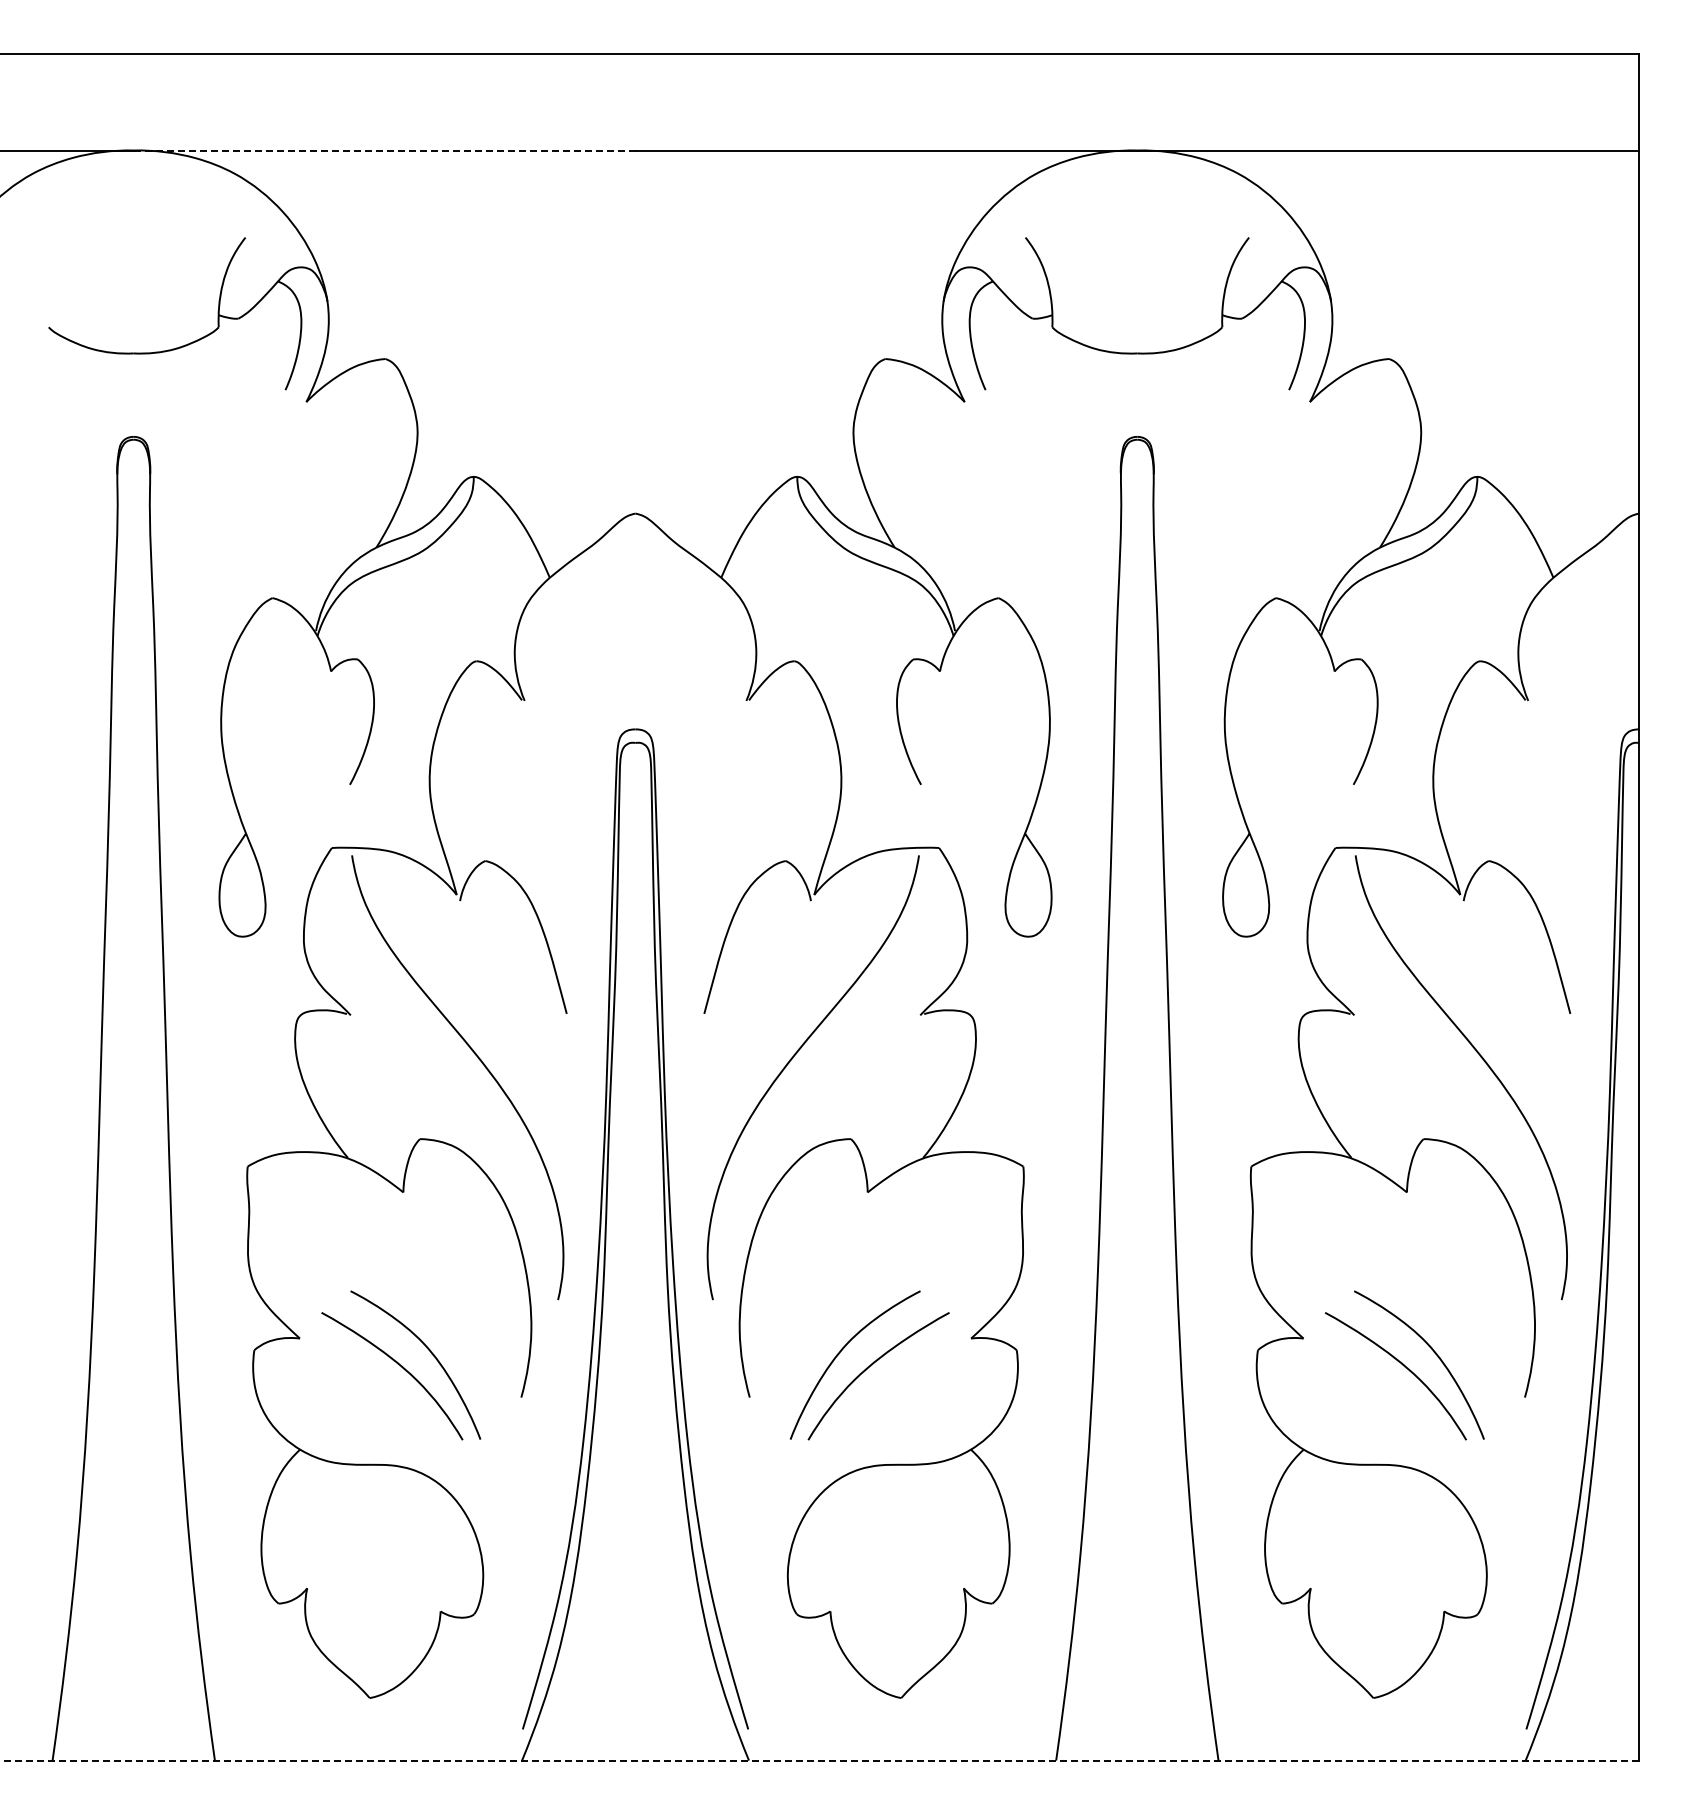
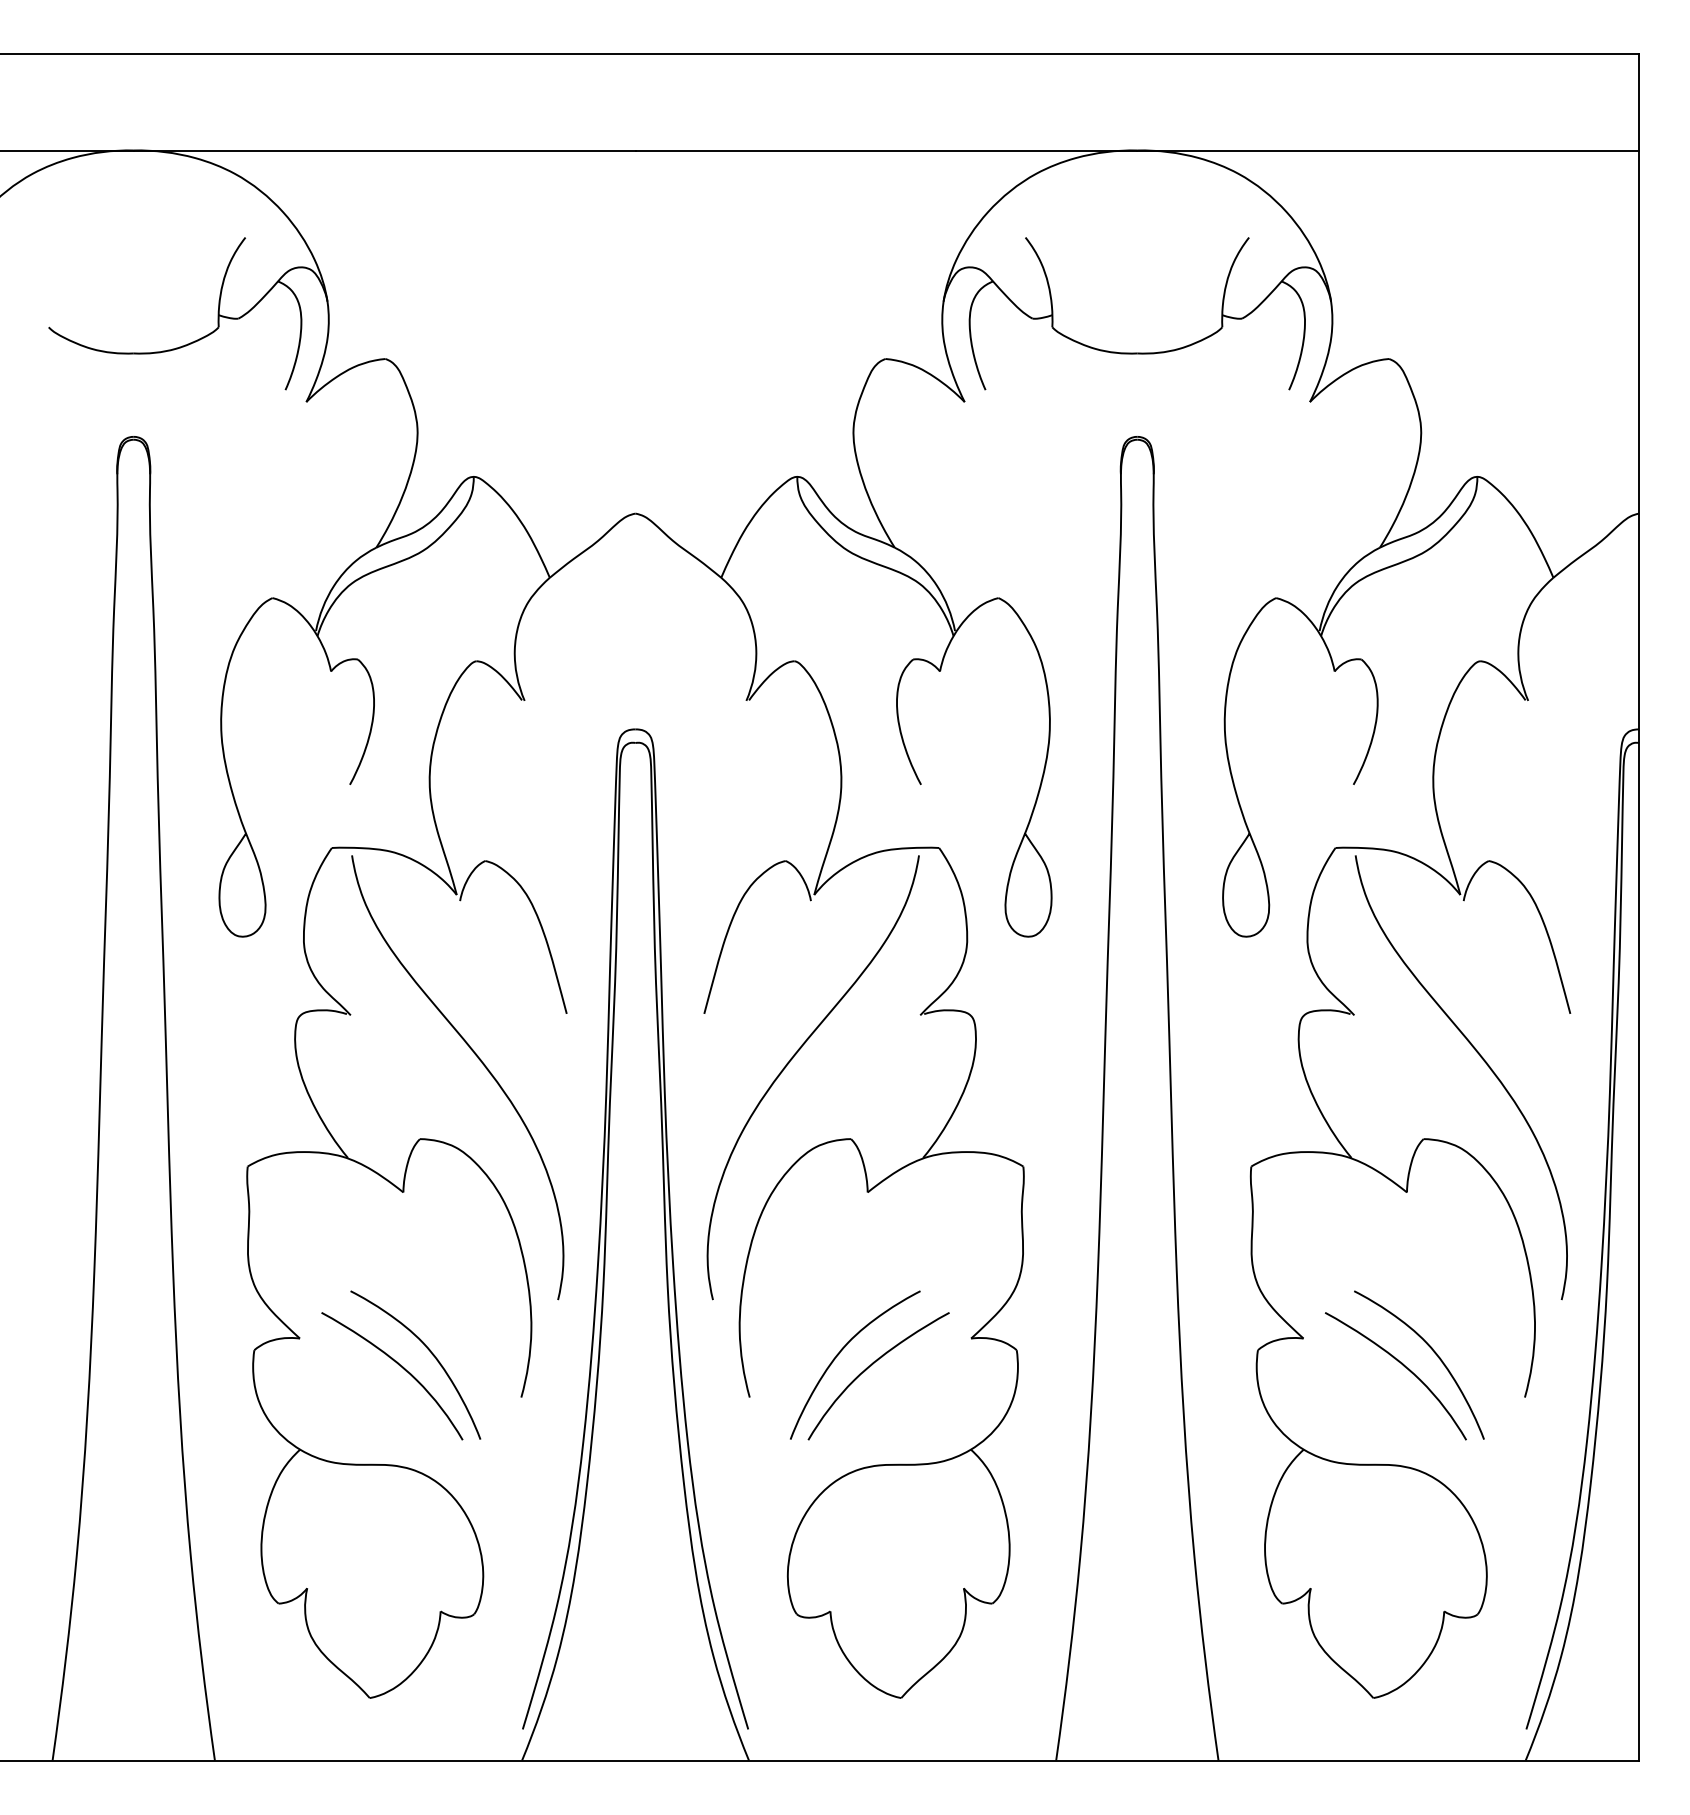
line at (384, 150): dashed -> solid
line at (819, 1760): dashed -> solid
